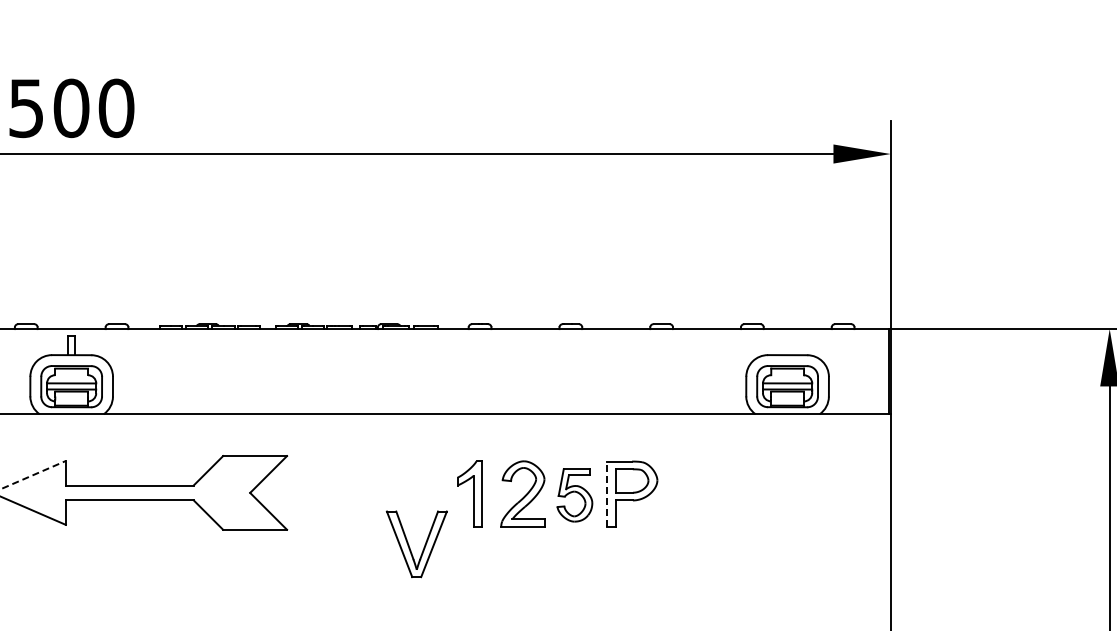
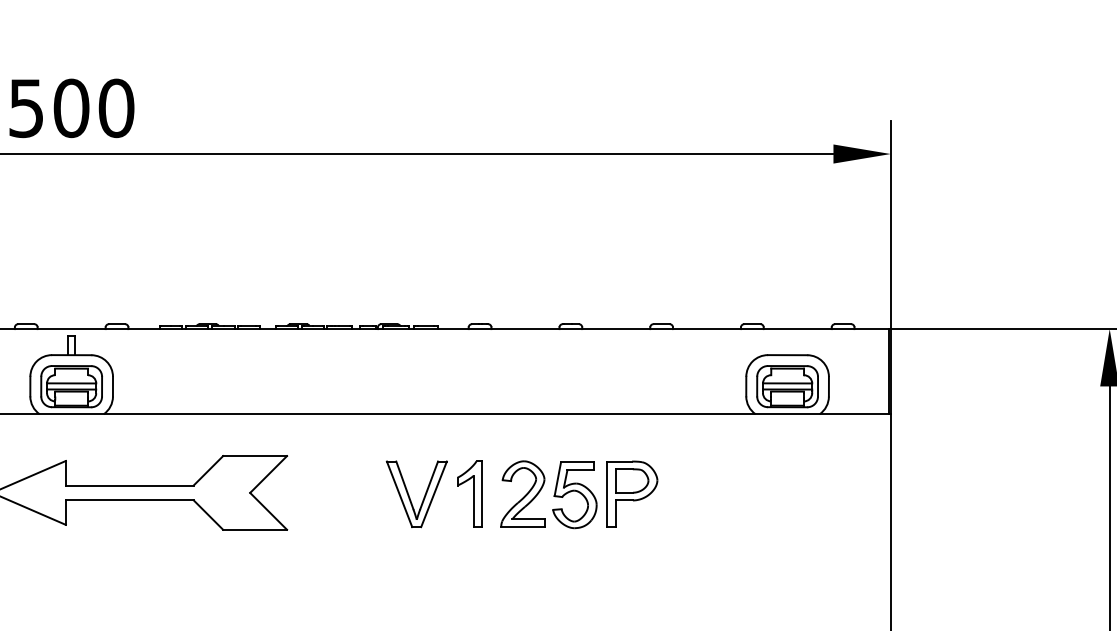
line at (33, 475): dashed -> solid
line at (607, 494): dashed -> solid
part at (574, 495) size: 38x55 px -> 46x69 px
part at (410, 547) position: (410, 547) -> (410, 497)
